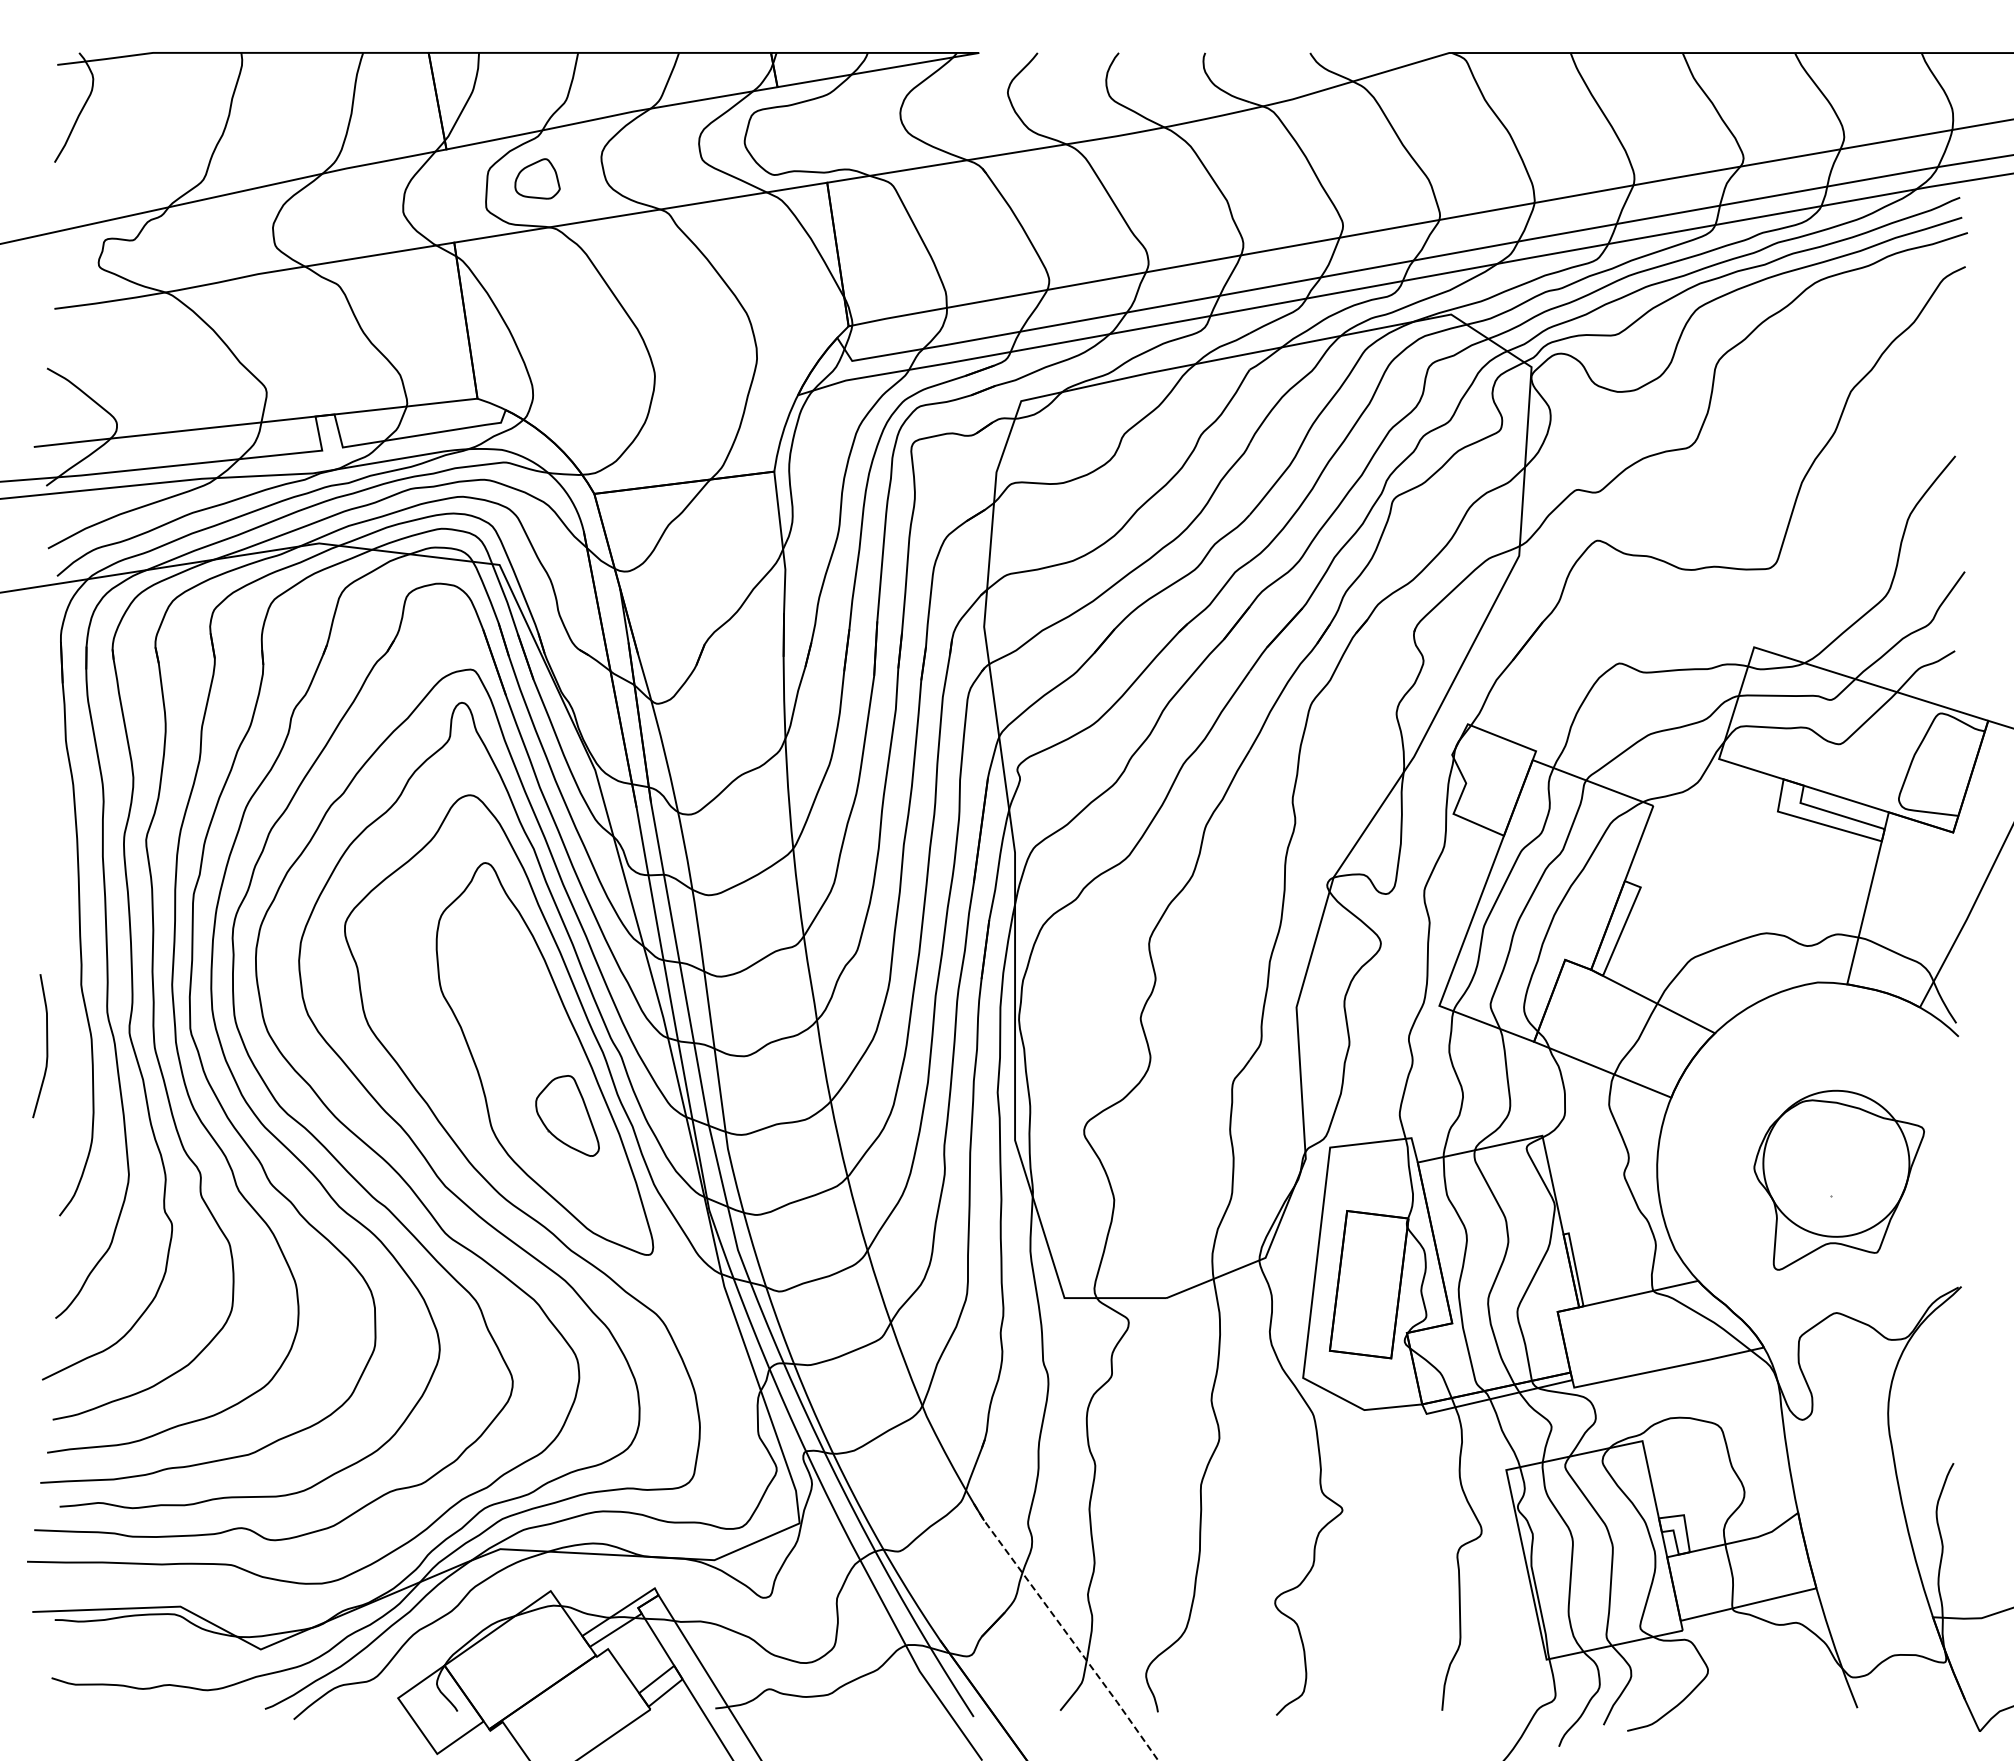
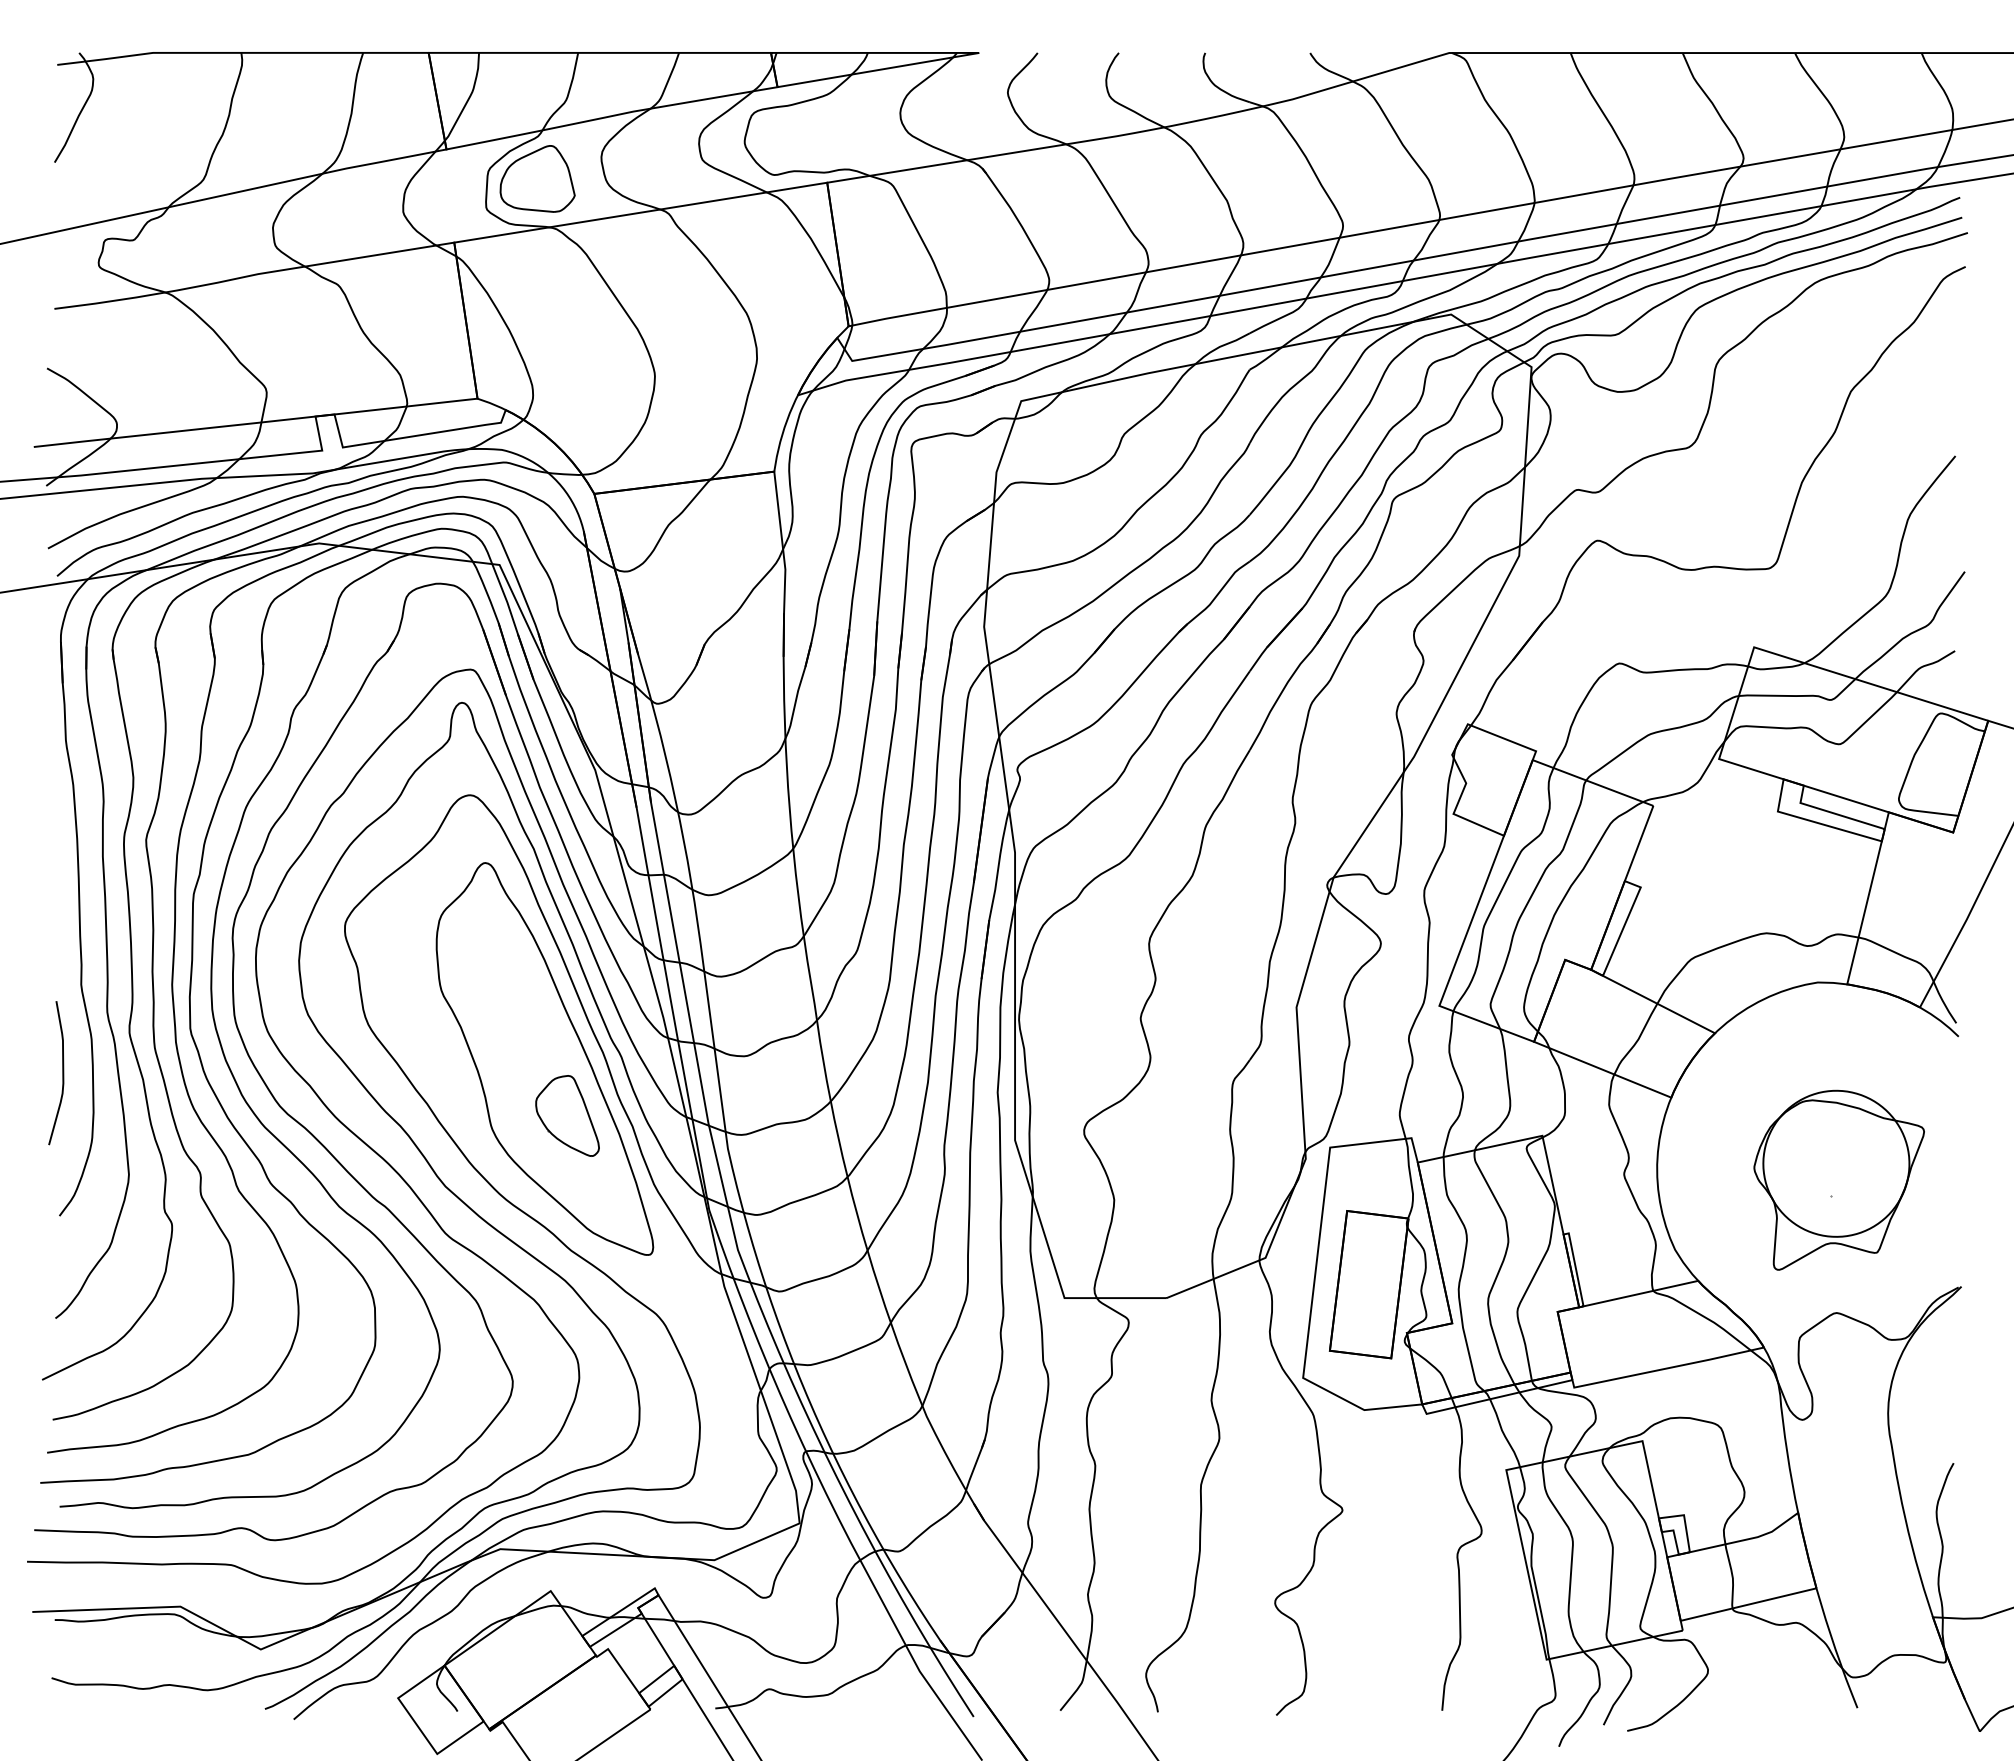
part at (537, 178) size: 47x42 px -> 77x68 px
curve at (46, 1046) position: (46, 1046) -> (62, 1073)
line at (1066, 1632): dashed -> solid
